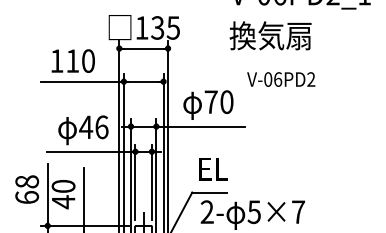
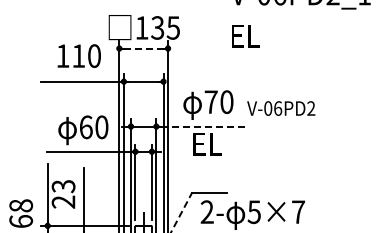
text at (270, 35): 換気扇 -> EL
line at (144, 48): solid -> dashed
text at (72, 60) position: (72, 60) -> (78, 55)
text at (281, 79) position: (281, 79) -> (281, 108)
line at (203, 126): solid -> dashed
text at (93, 127): 46 -> 60
text at (213, 169) position: (213, 169) -> (207, 144)
text at (27, 189) position: (27, 189) -> (21, 213)
text at (63, 194): 40 -> 23
line at (181, 212): solid -> dashed
